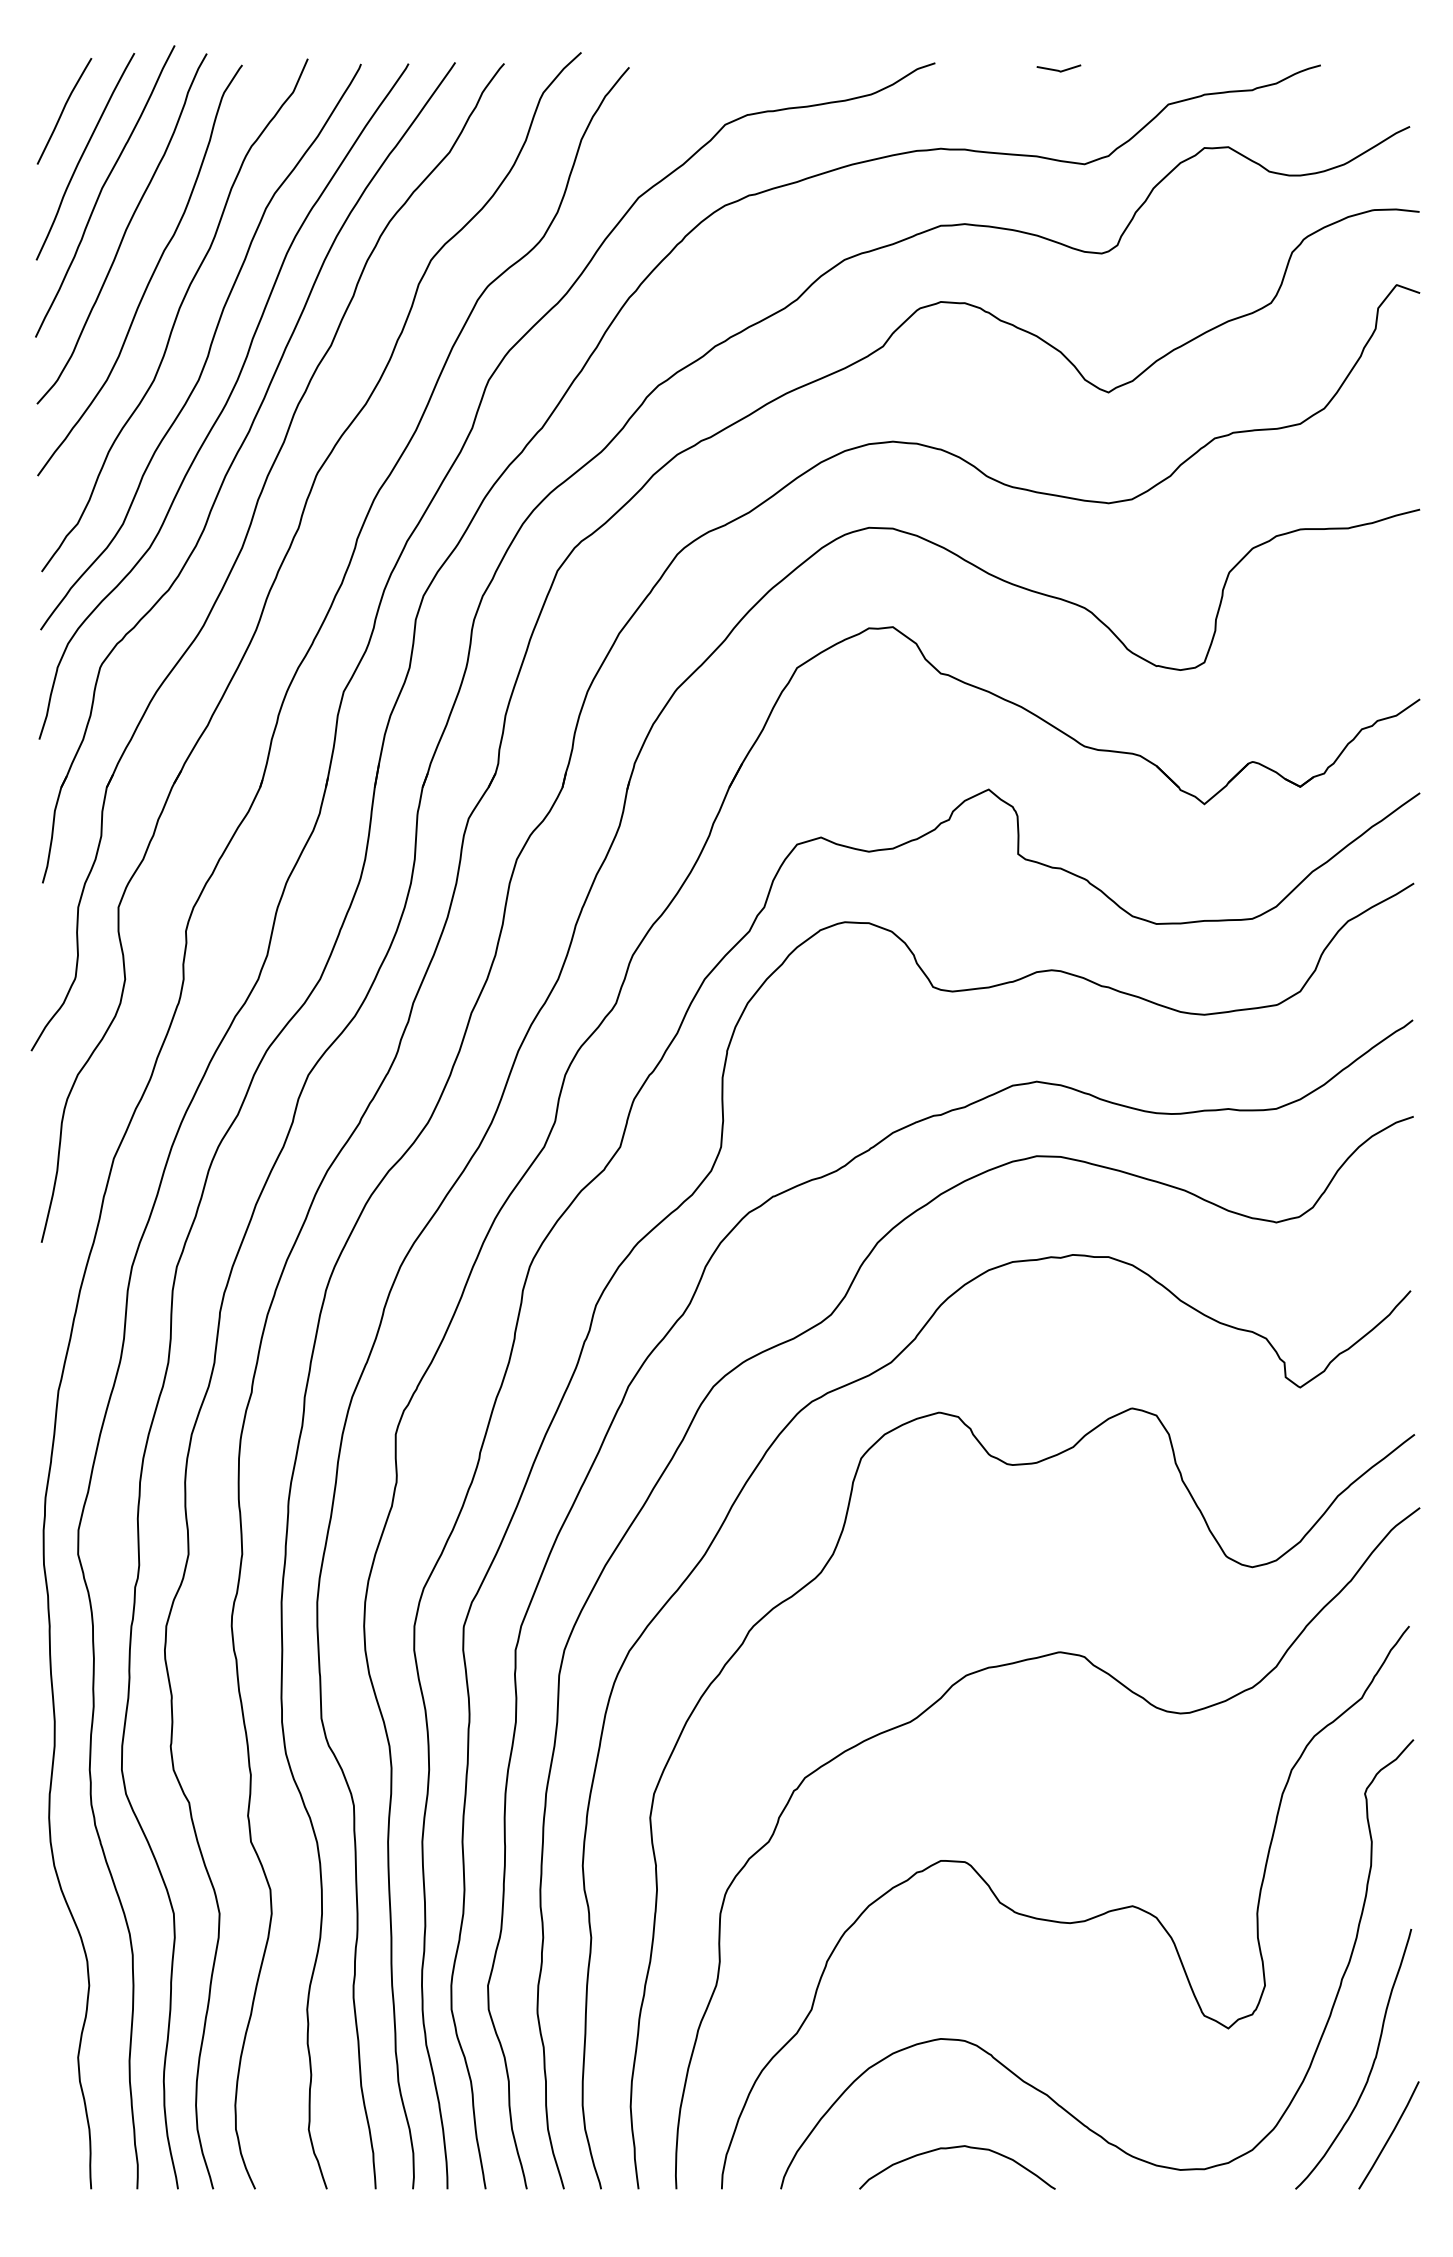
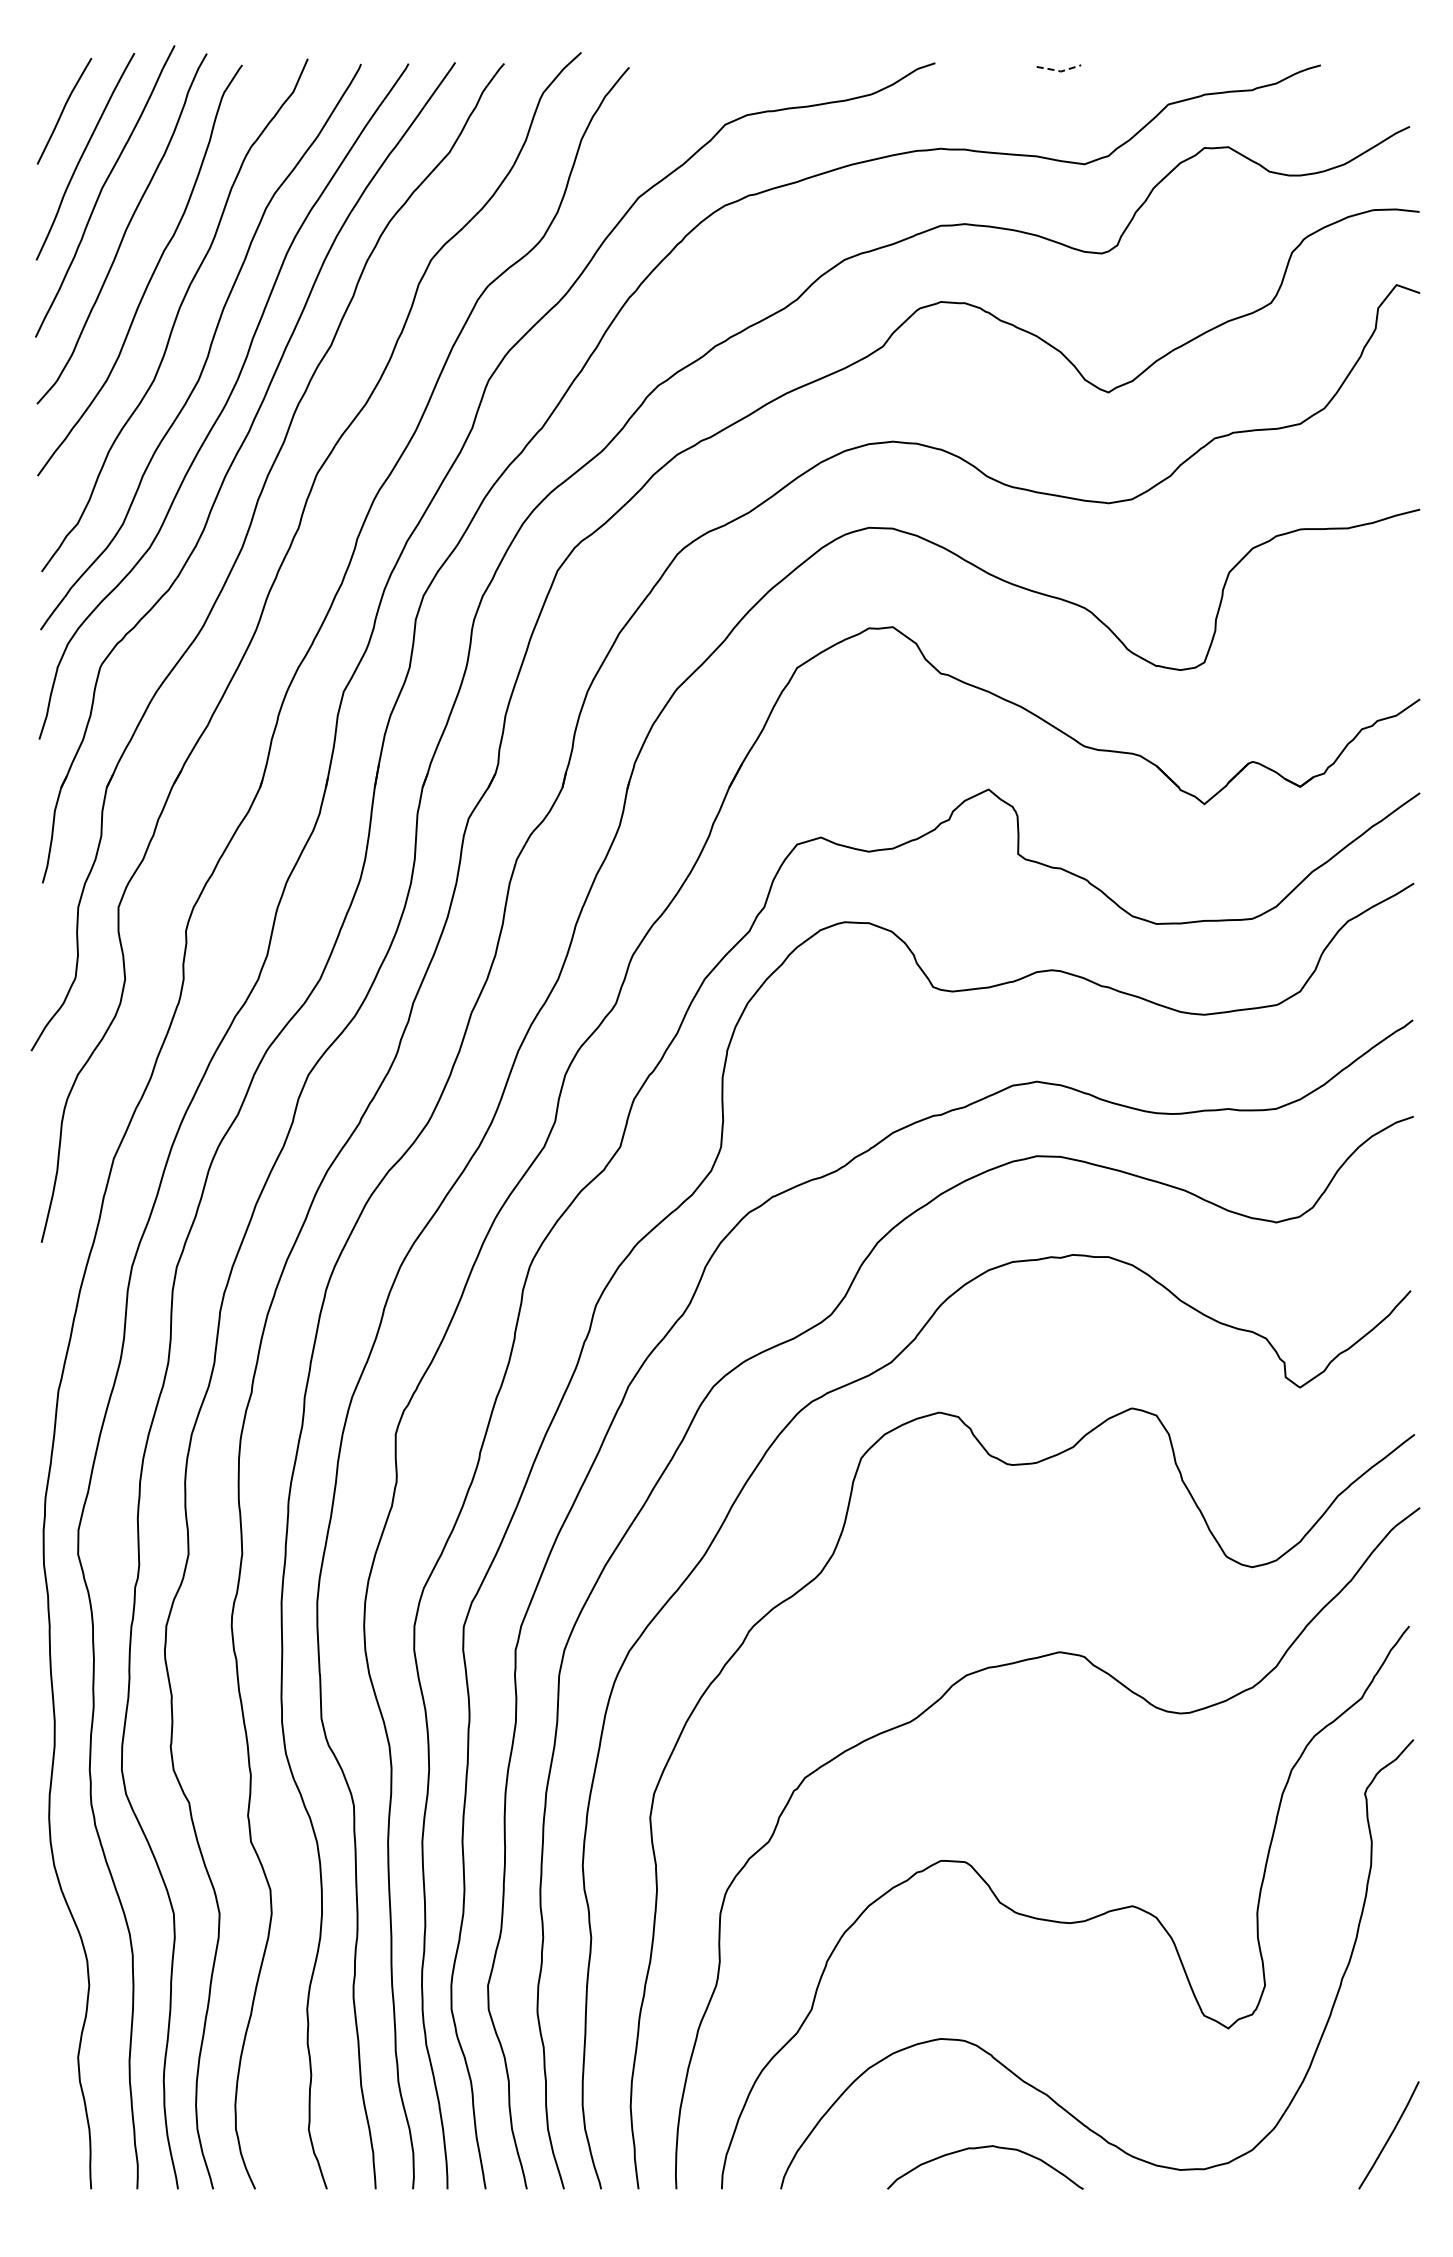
line at (1059, 71): solid -> dashed
curve at (1372, 2063): present -> none
curve at (955, 2148) position: (955, 2148) -> (983, 2148)
